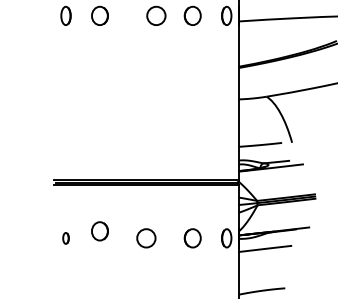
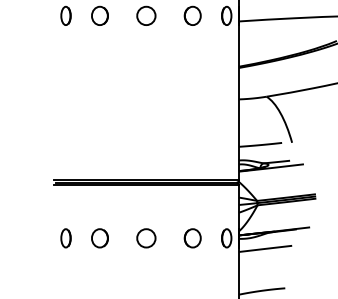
circle at (156, 15) position: (156, 15) -> (146, 15)
part at (99, 231) position: (99, 231) -> (99, 238)
part at (65, 238) size: 8x13 px -> 12x21 px
